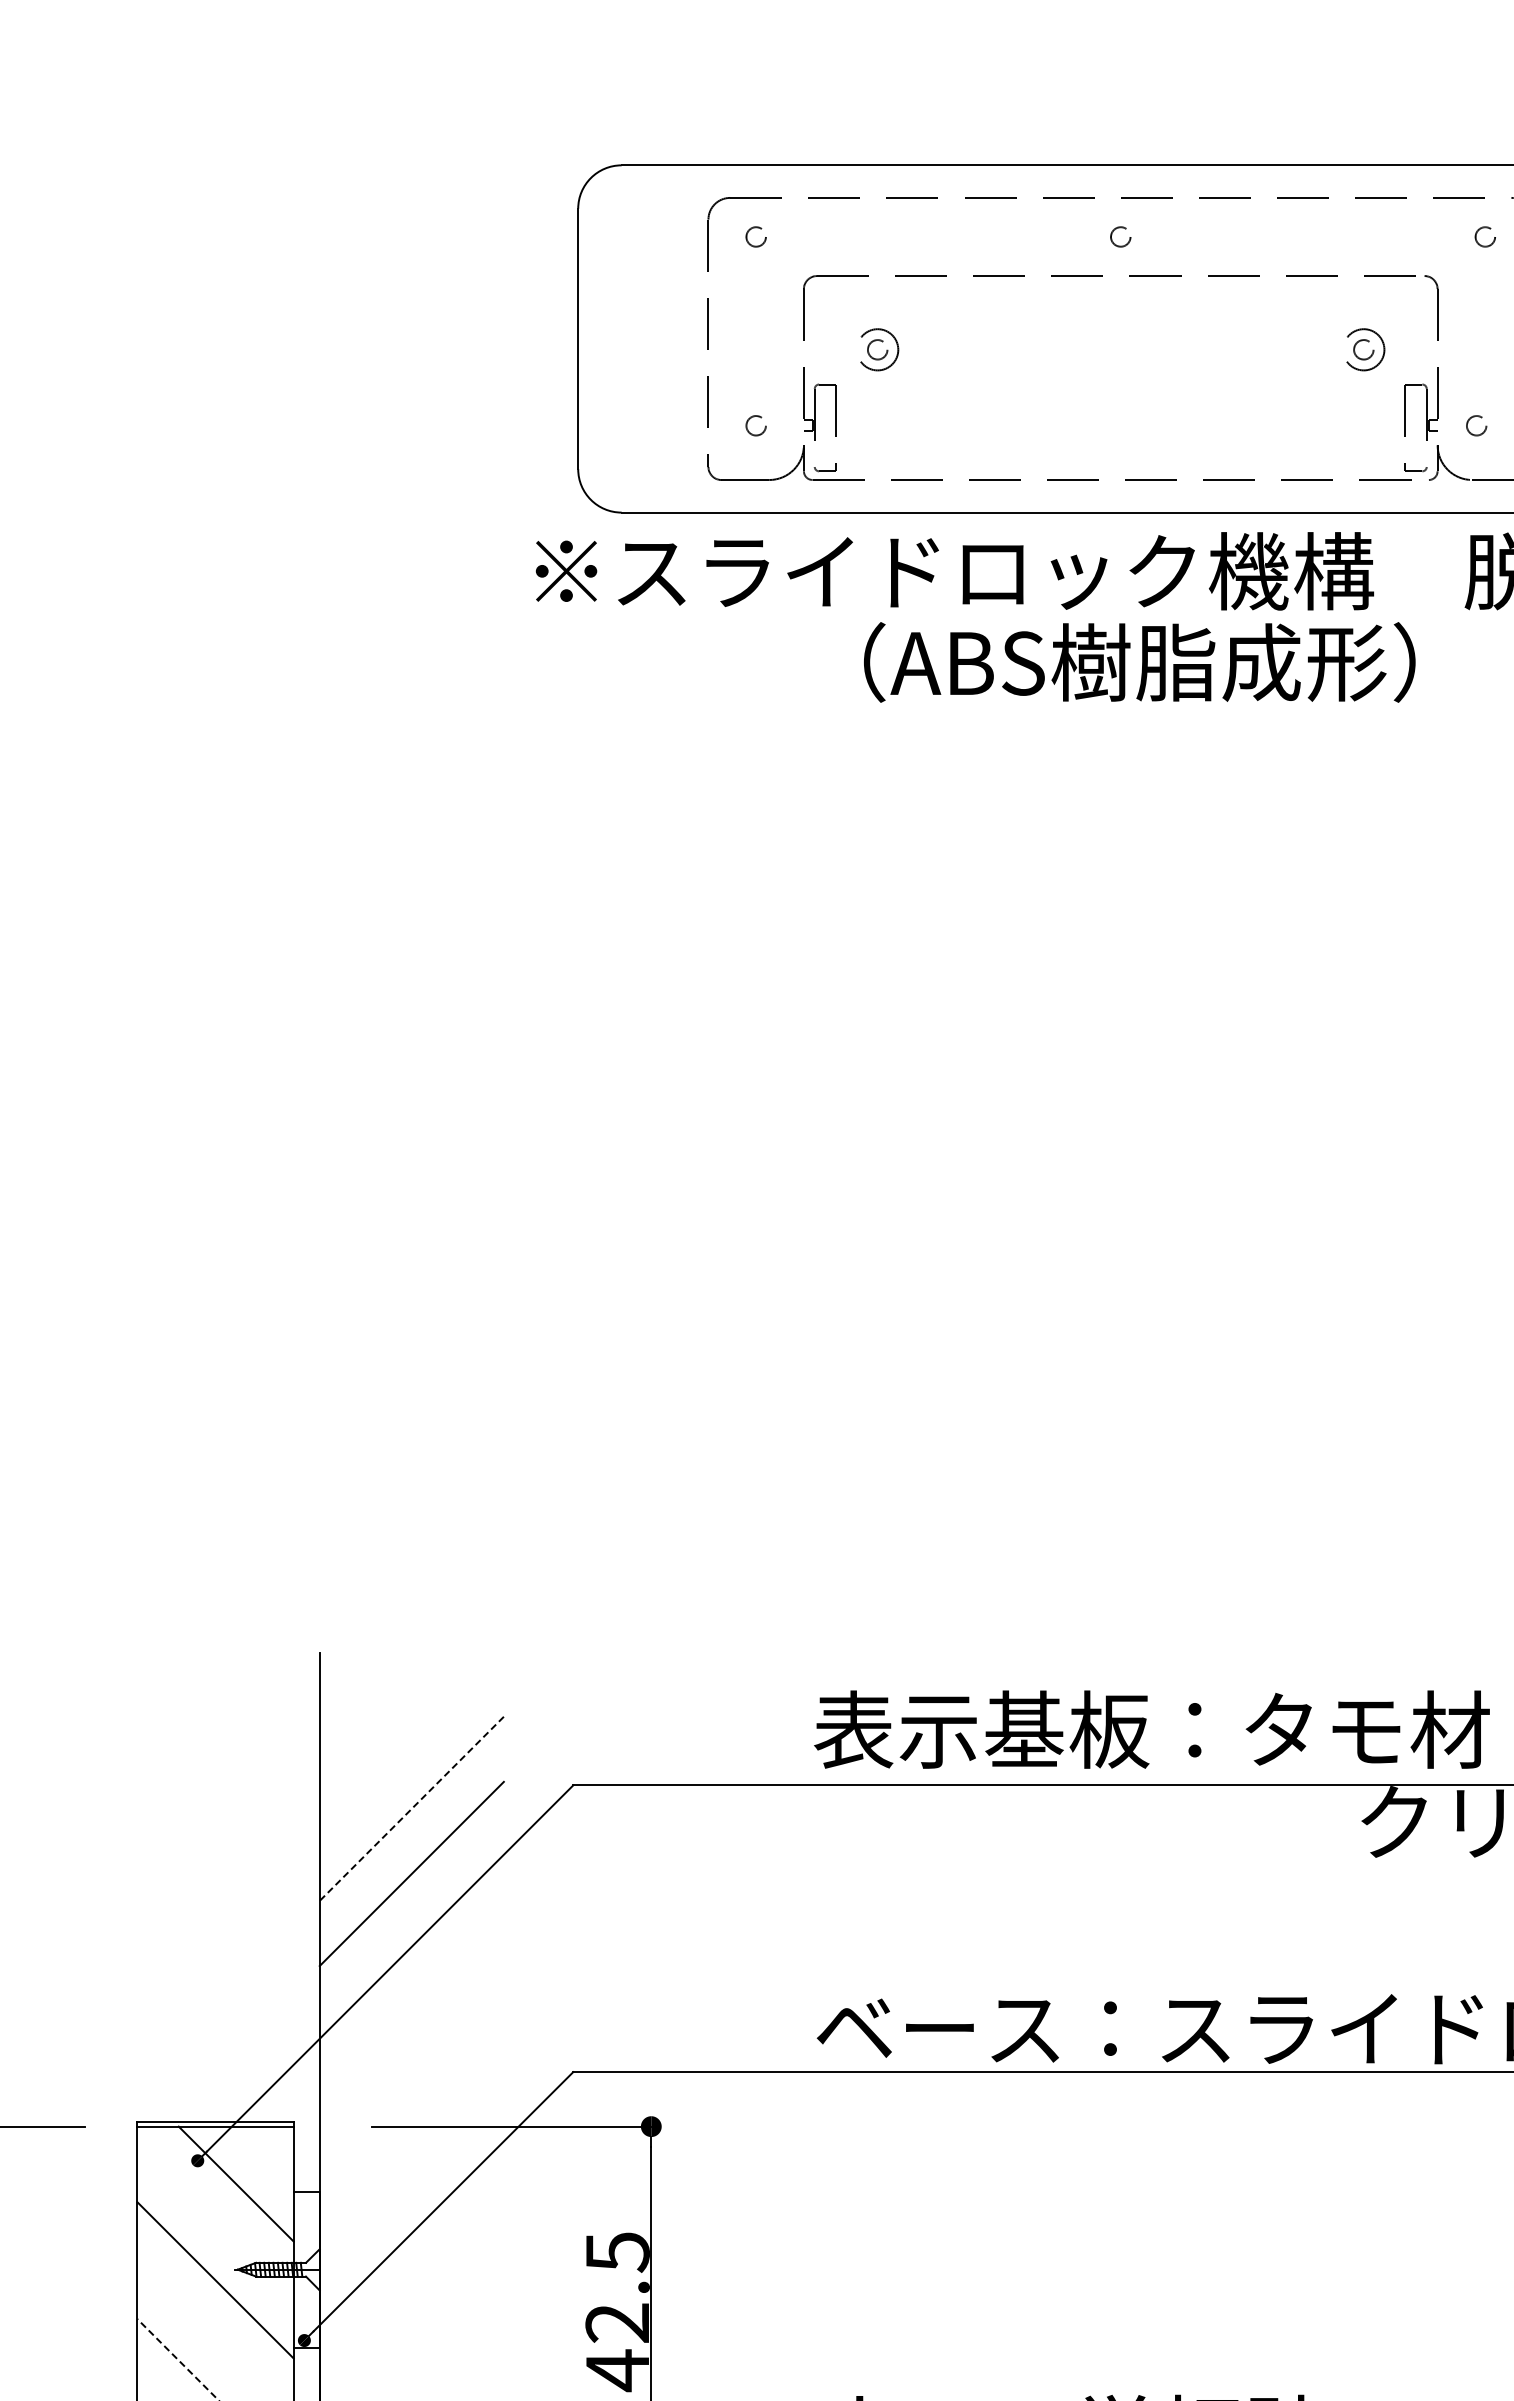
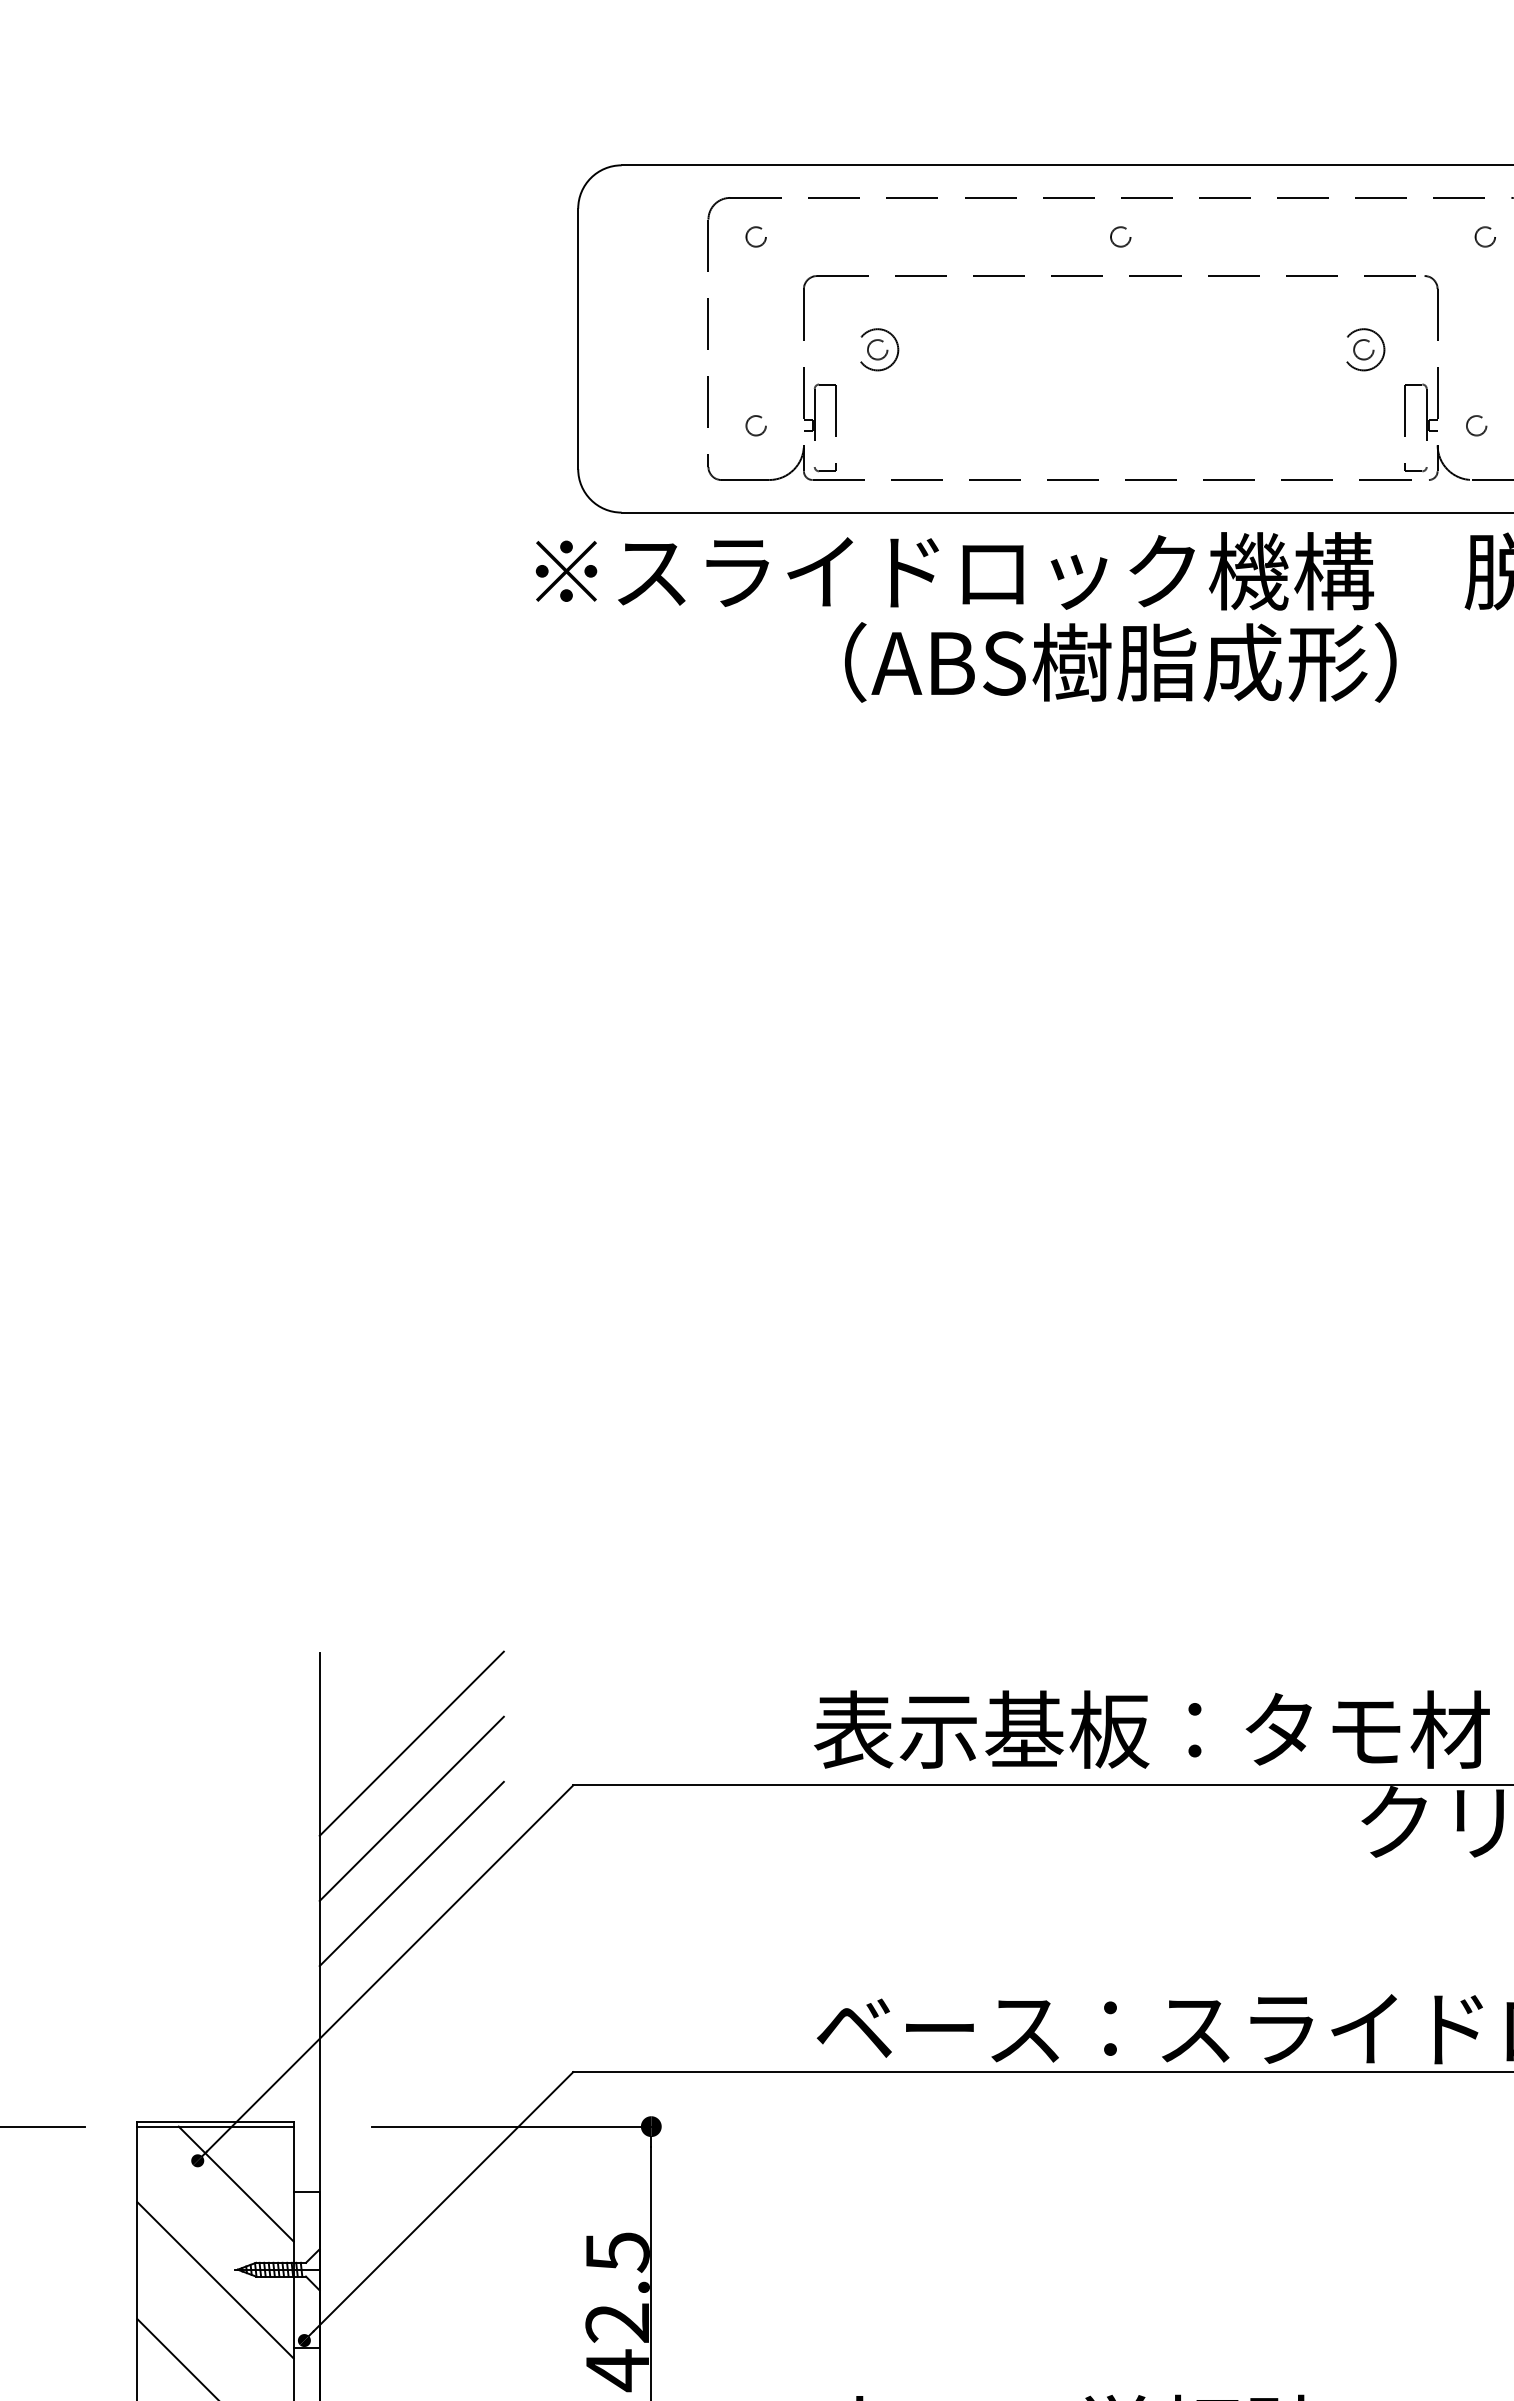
text at (1139, 662) position: (1139, 662) -> (1120, 662)
line at (411, 1743): none -> present
line at (411, 1809): dashed -> solid
line at (177, 2359): dashed -> solid
